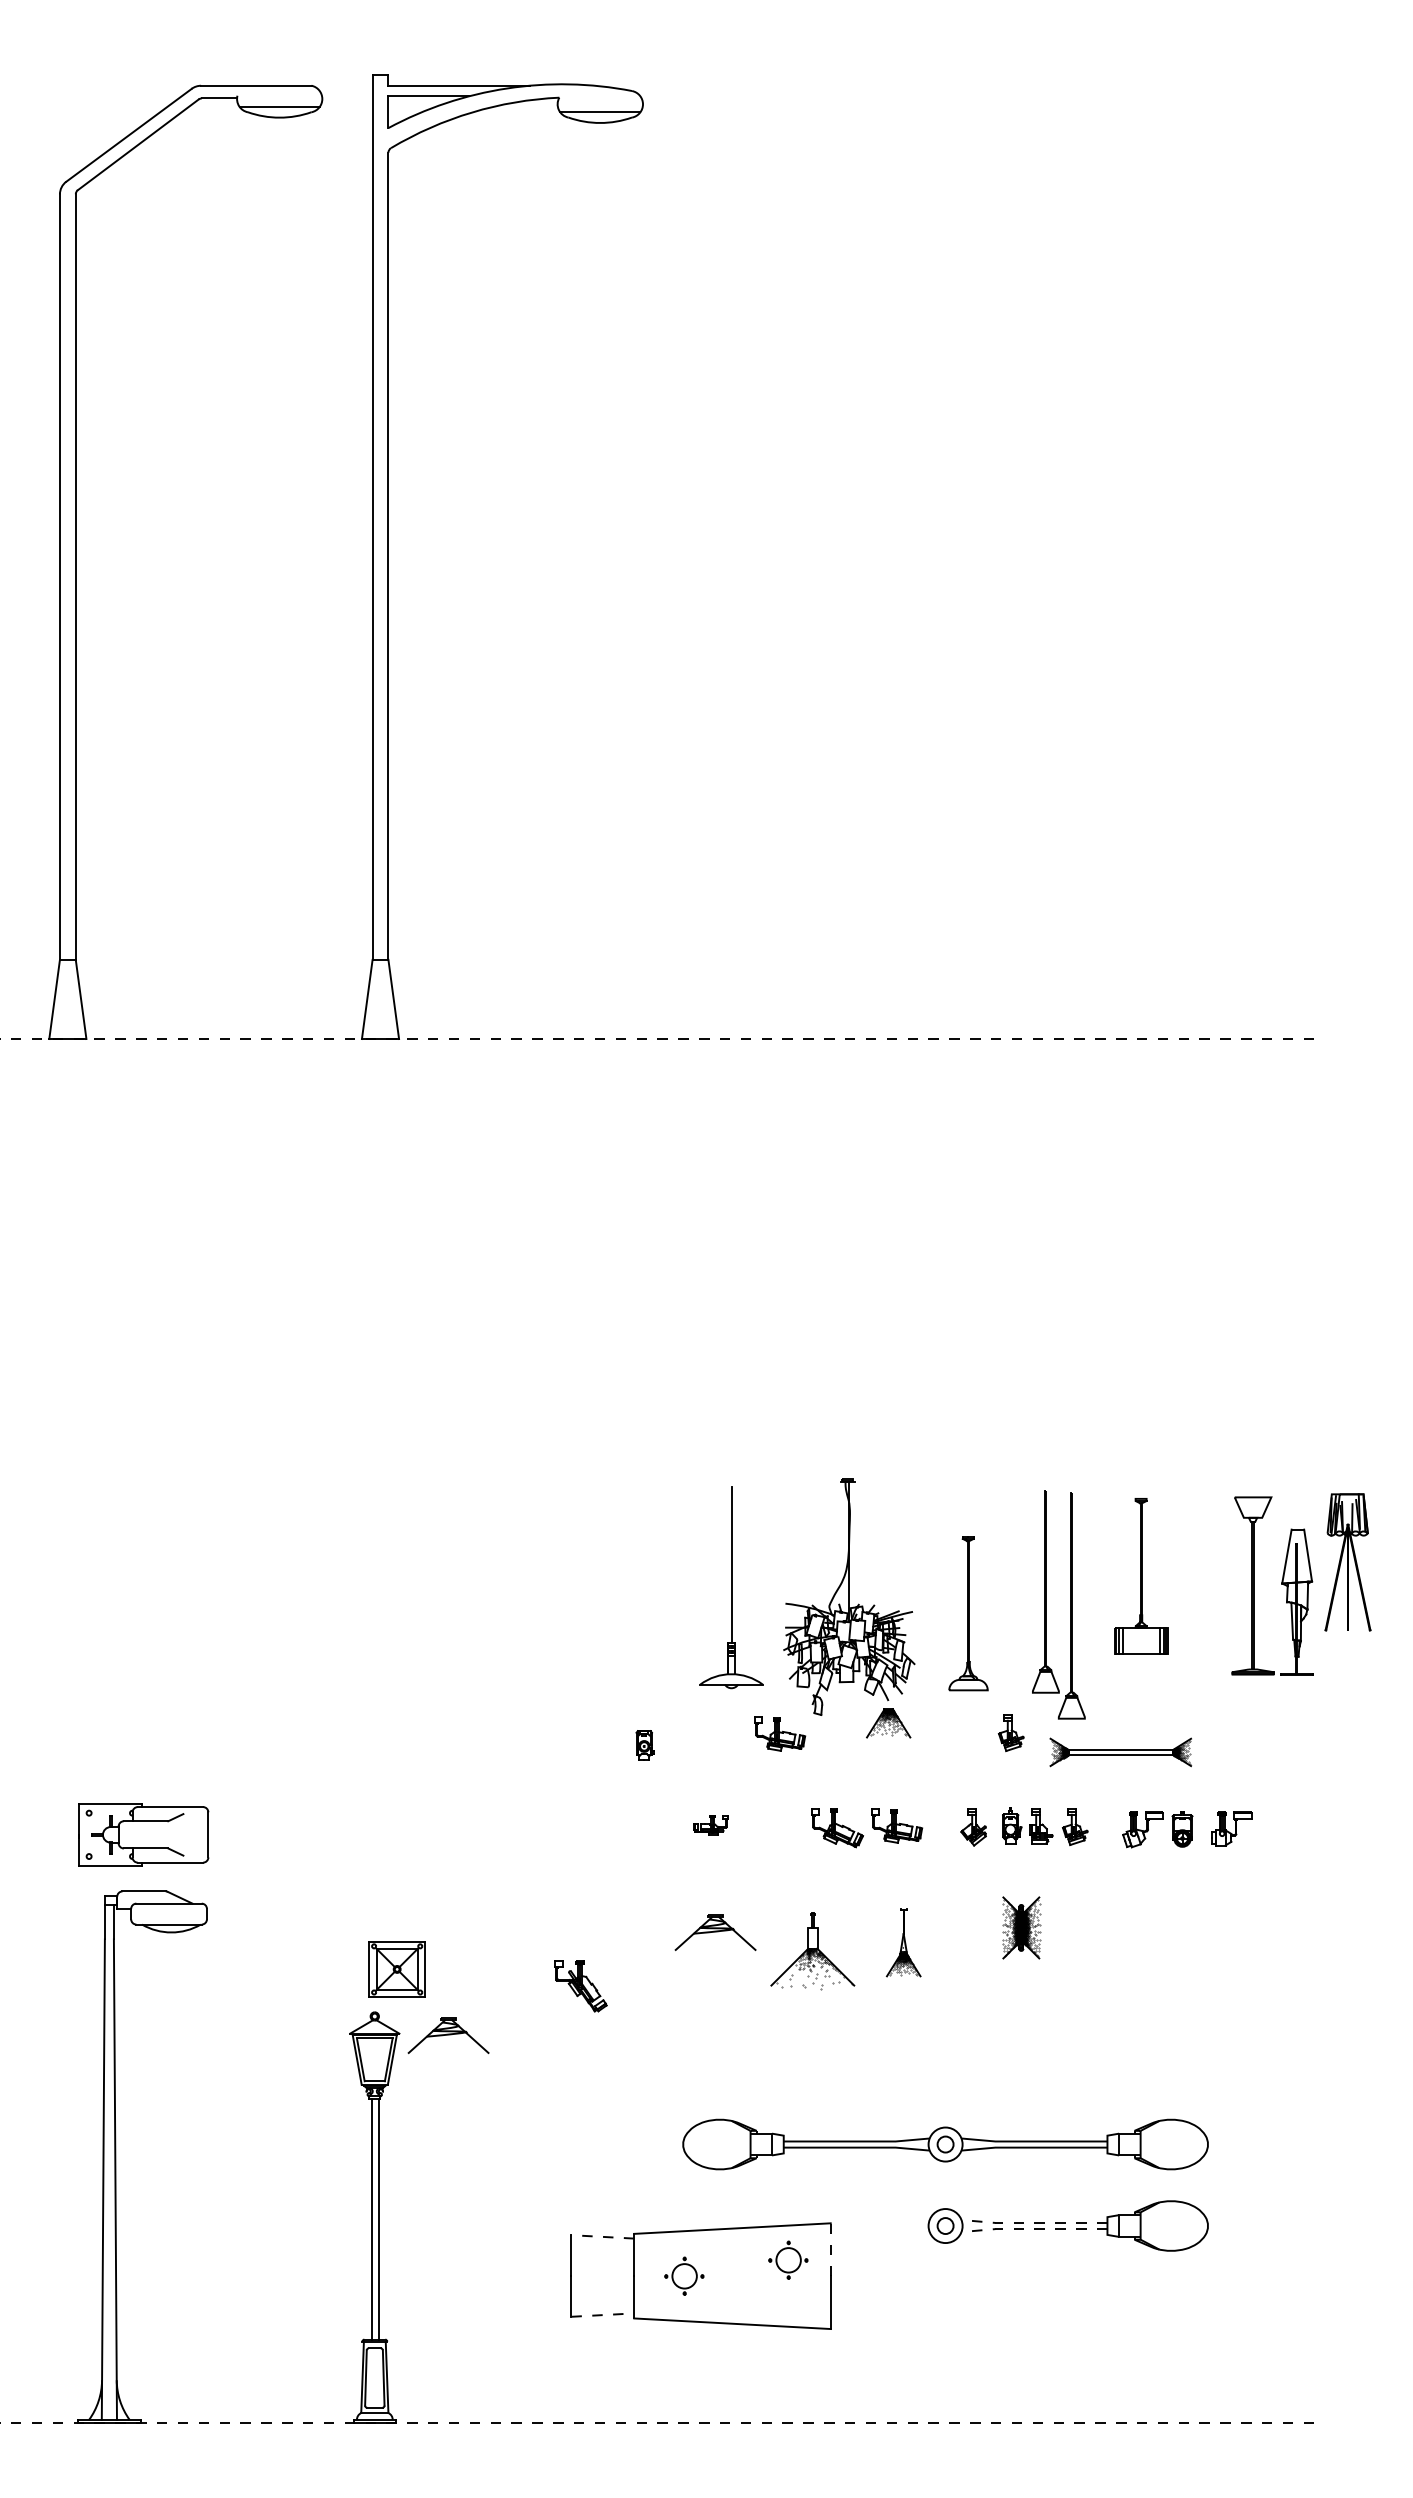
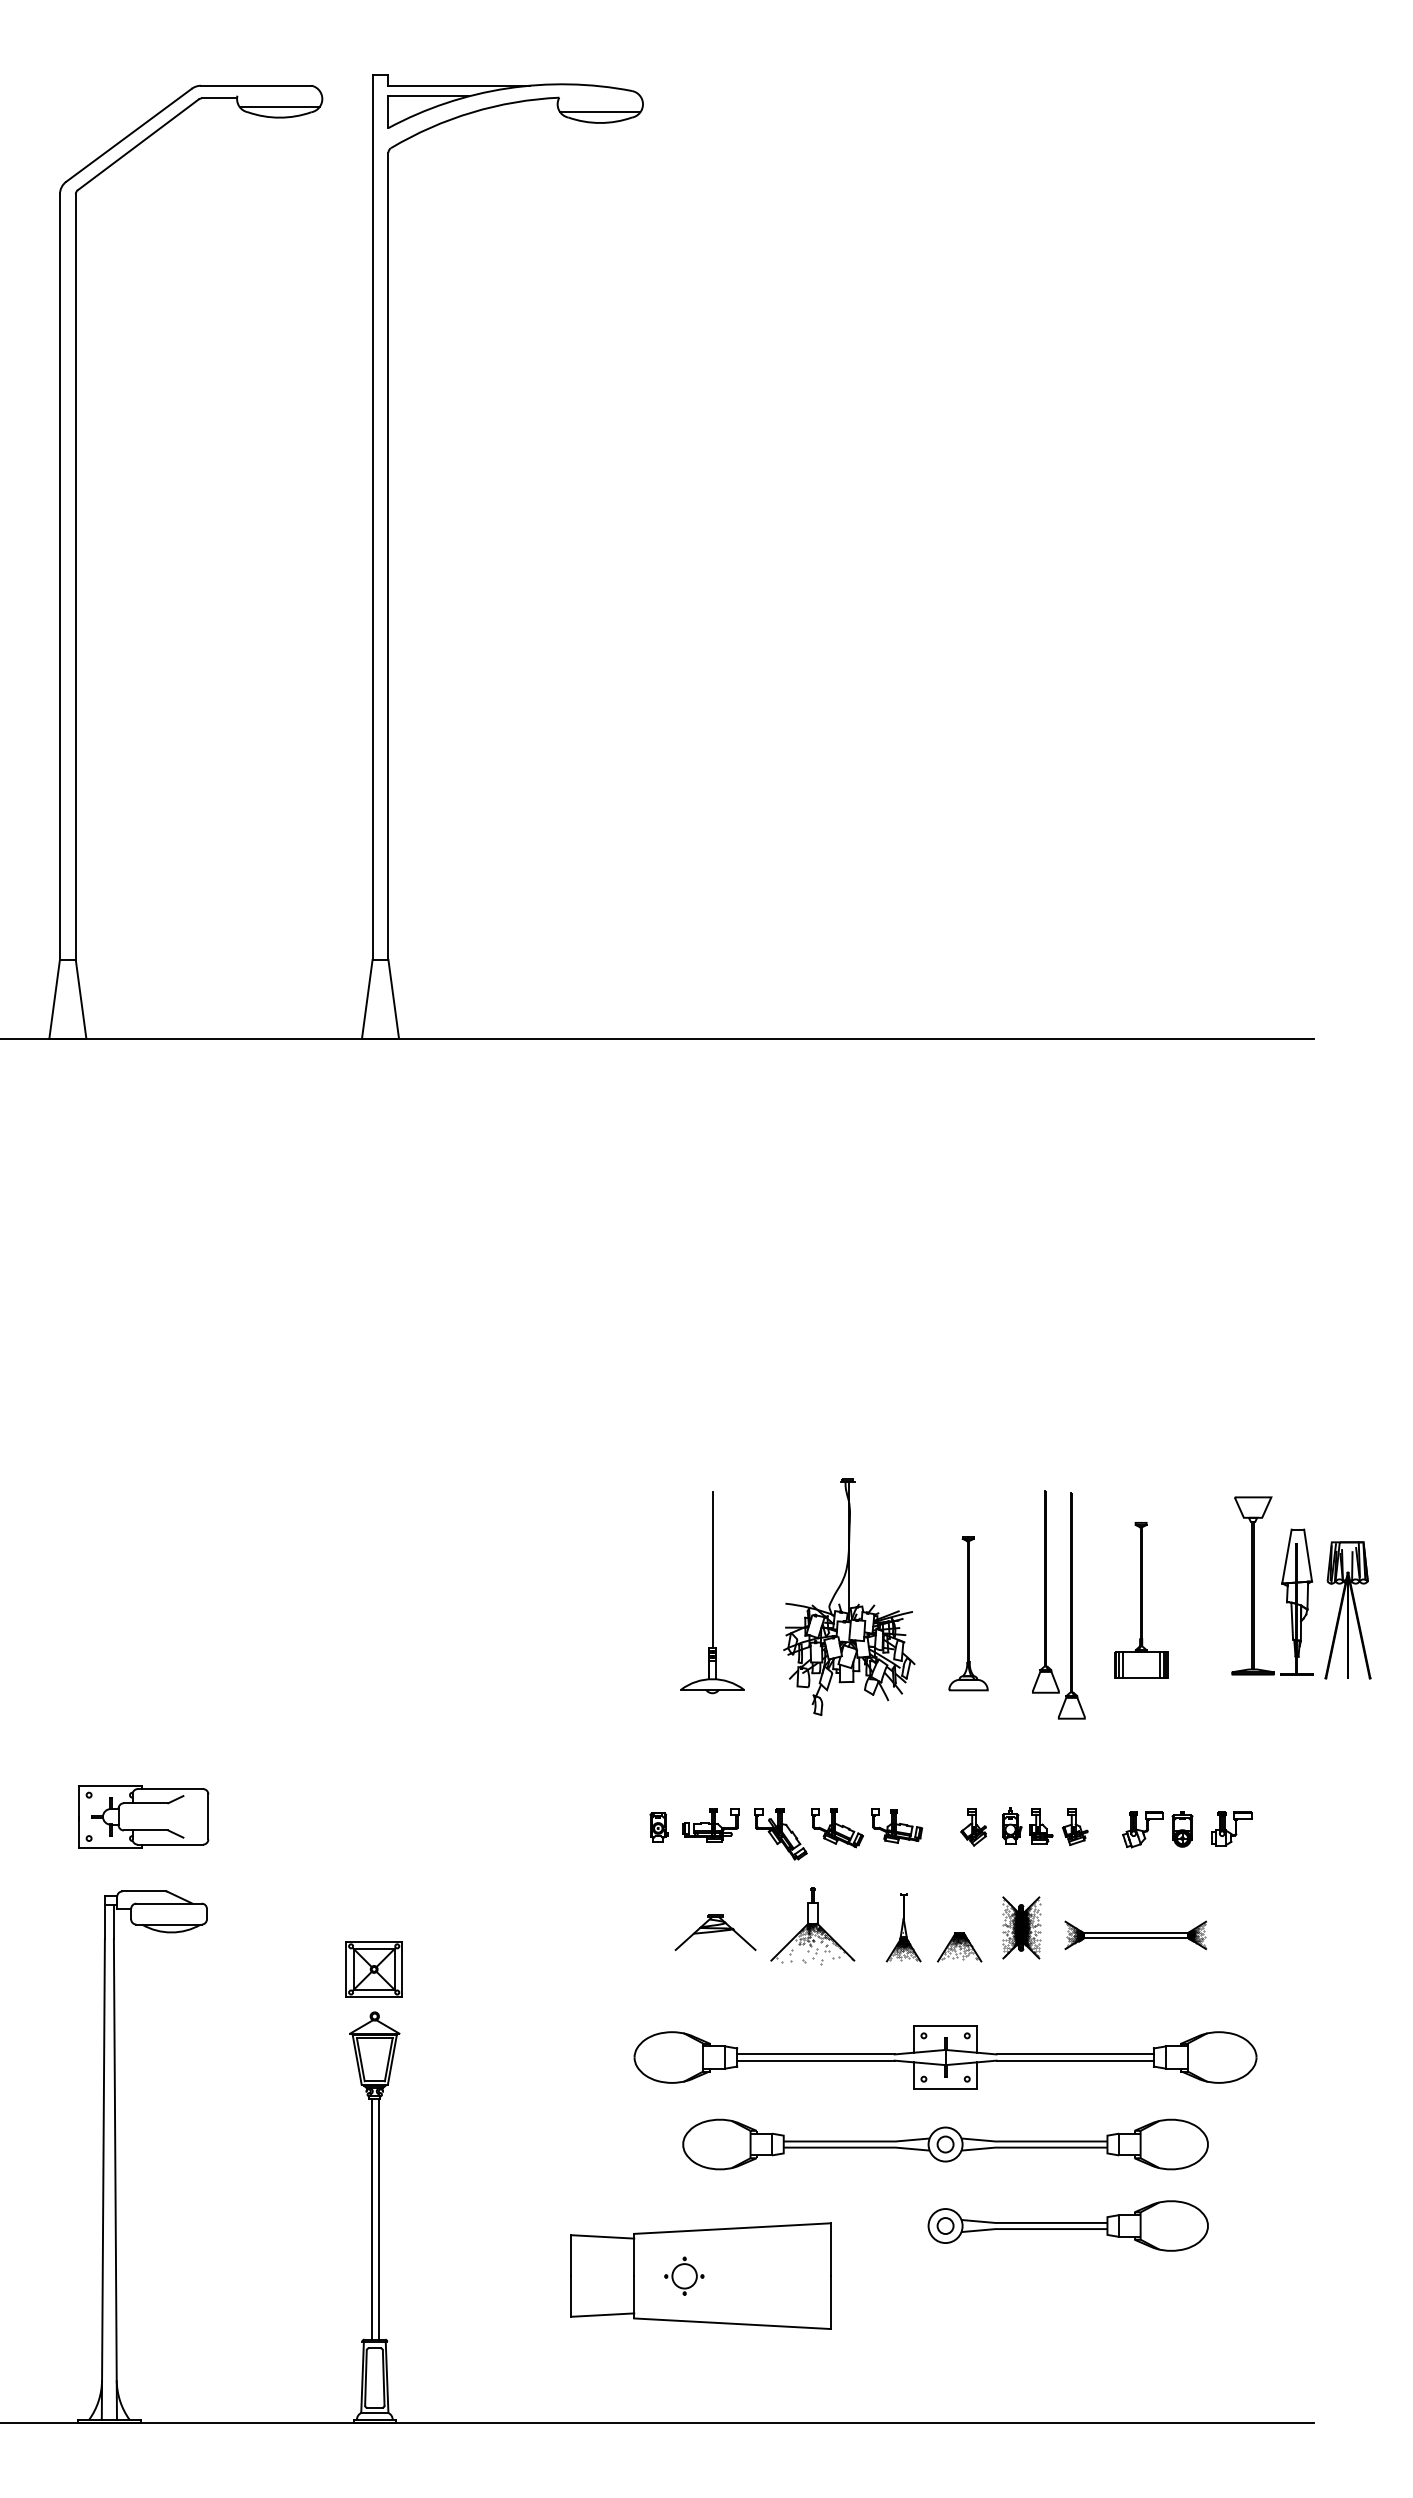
line at (657, 1039): dashed -> solid
part at (1347, 1562) position: (1347, 1562) -> (1347, 1610)
part at (1141, 1576) position: (1141, 1576) -> (1141, 1600)
part at (731, 1587) position: (731, 1587) -> (712, 1592)
part at (888, 1723) position: (888, 1723) -> (959, 1947)
part at (780, 1733): present -> none
part at (1010, 1733): present -> none
part at (644, 1745) position: (644, 1745) -> (658, 1827)
part at (1120, 1752) position: (1120, 1752) -> (1135, 1935)
part at (710, 1825) size: 36x21 px -> 58x35 px
part at (143, 1834) position: (143, 1834) -> (143, 1816)
part at (903, 1942) position: (903, 1942) -> (903, 1927)
part at (812, 1951) position: (812, 1951) -> (812, 1926)
part at (396, 1969) position: (396, 1969) -> (373, 1969)
part at (580, 1986) position: (580, 1986) -> (780, 1834)
part at (448, 2035): present -> none
part at (945, 2057): none -> present
line at (1033, 2222): dashed -> solid
line at (1033, 2229): dashed -> solid
line at (602, 2236): dashed -> solid
line at (830, 2249): dashed -> solid
part at (788, 2259): present -> none
line at (603, 2315): dashed -> solid
line at (657, 2423): dashed -> solid
